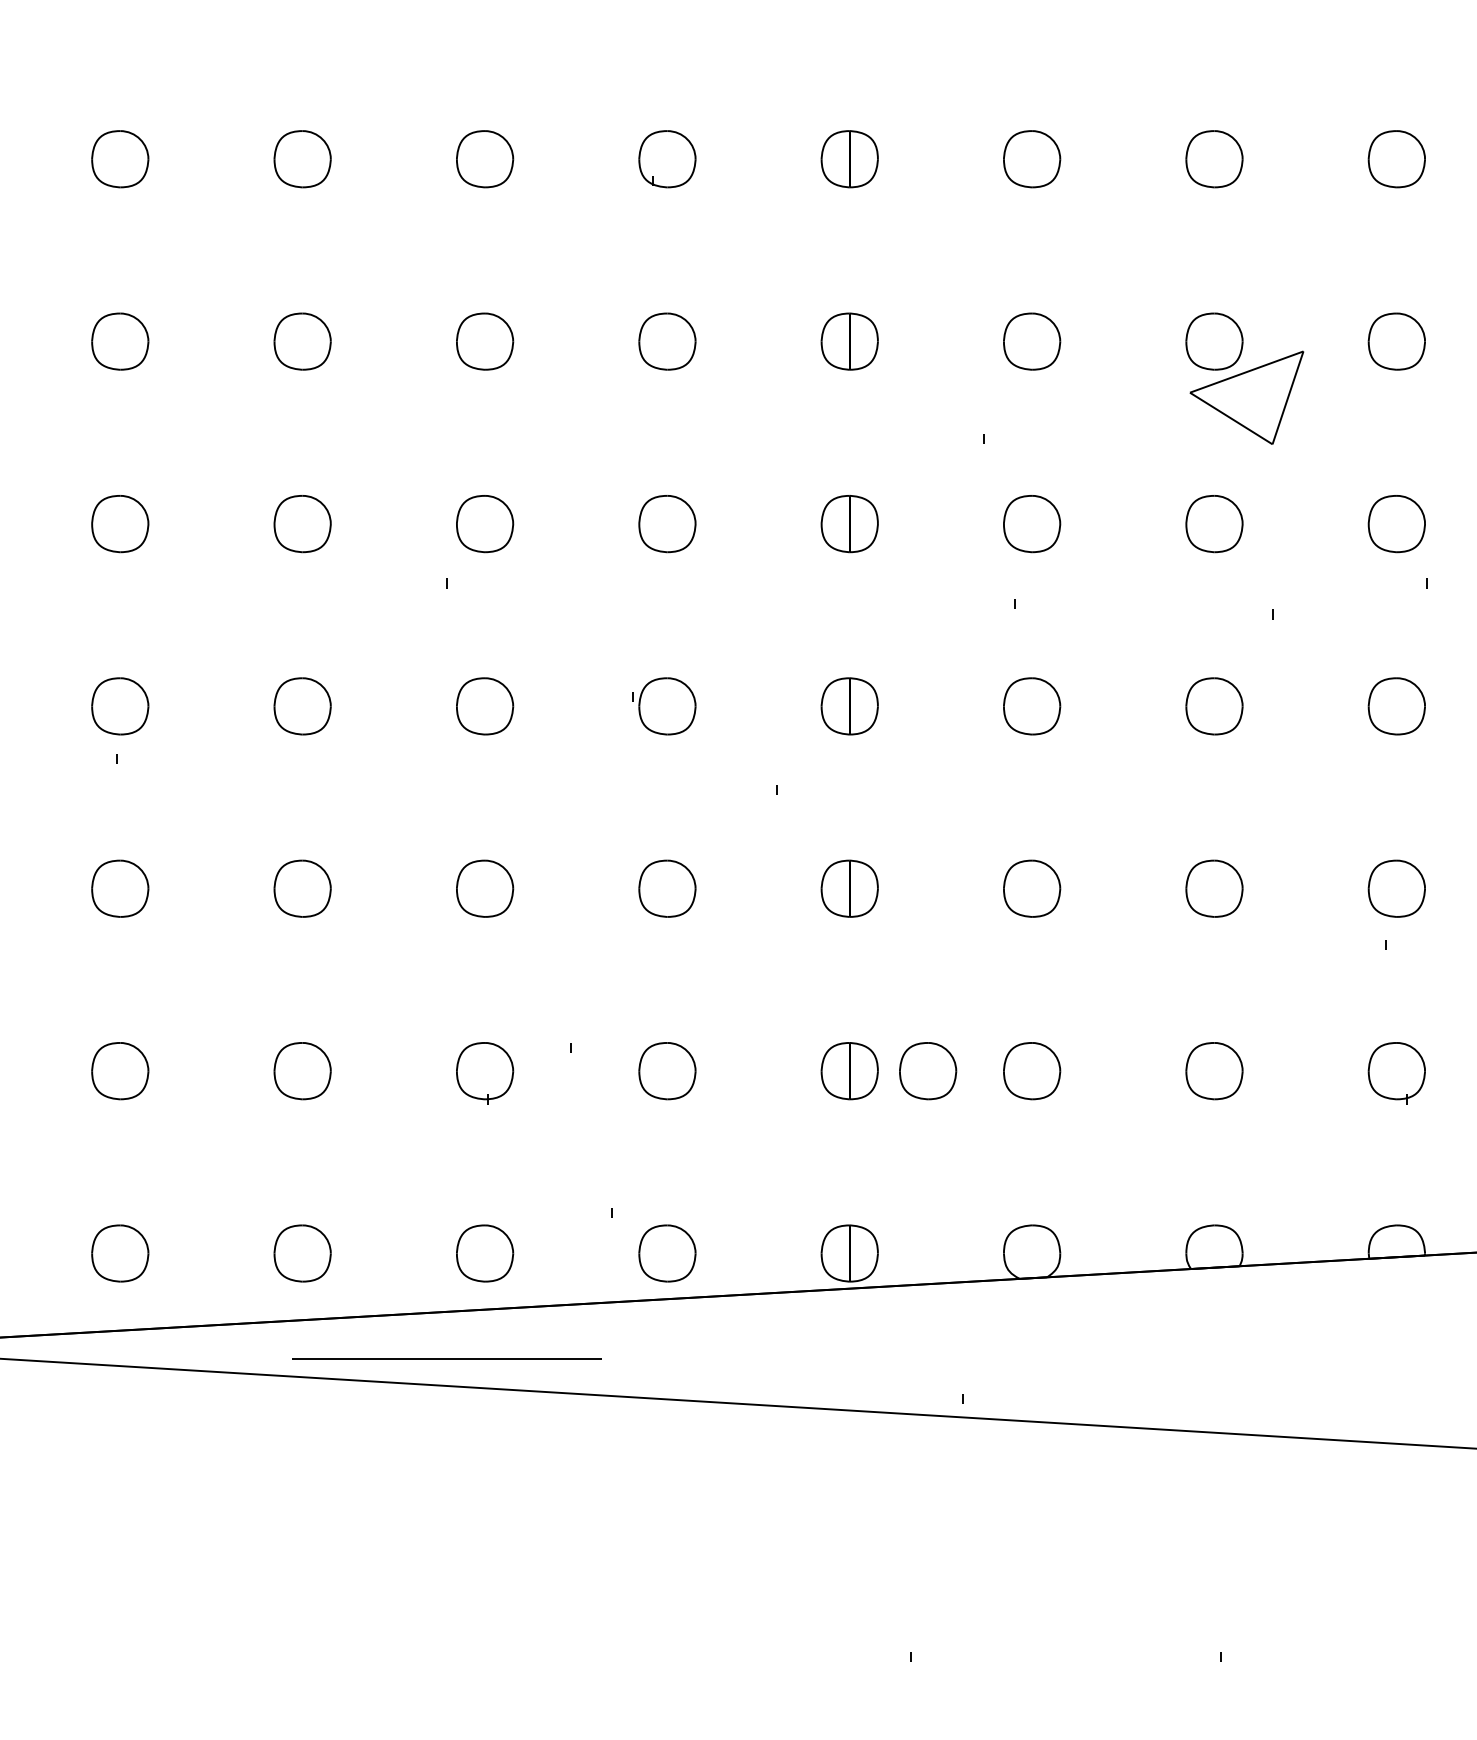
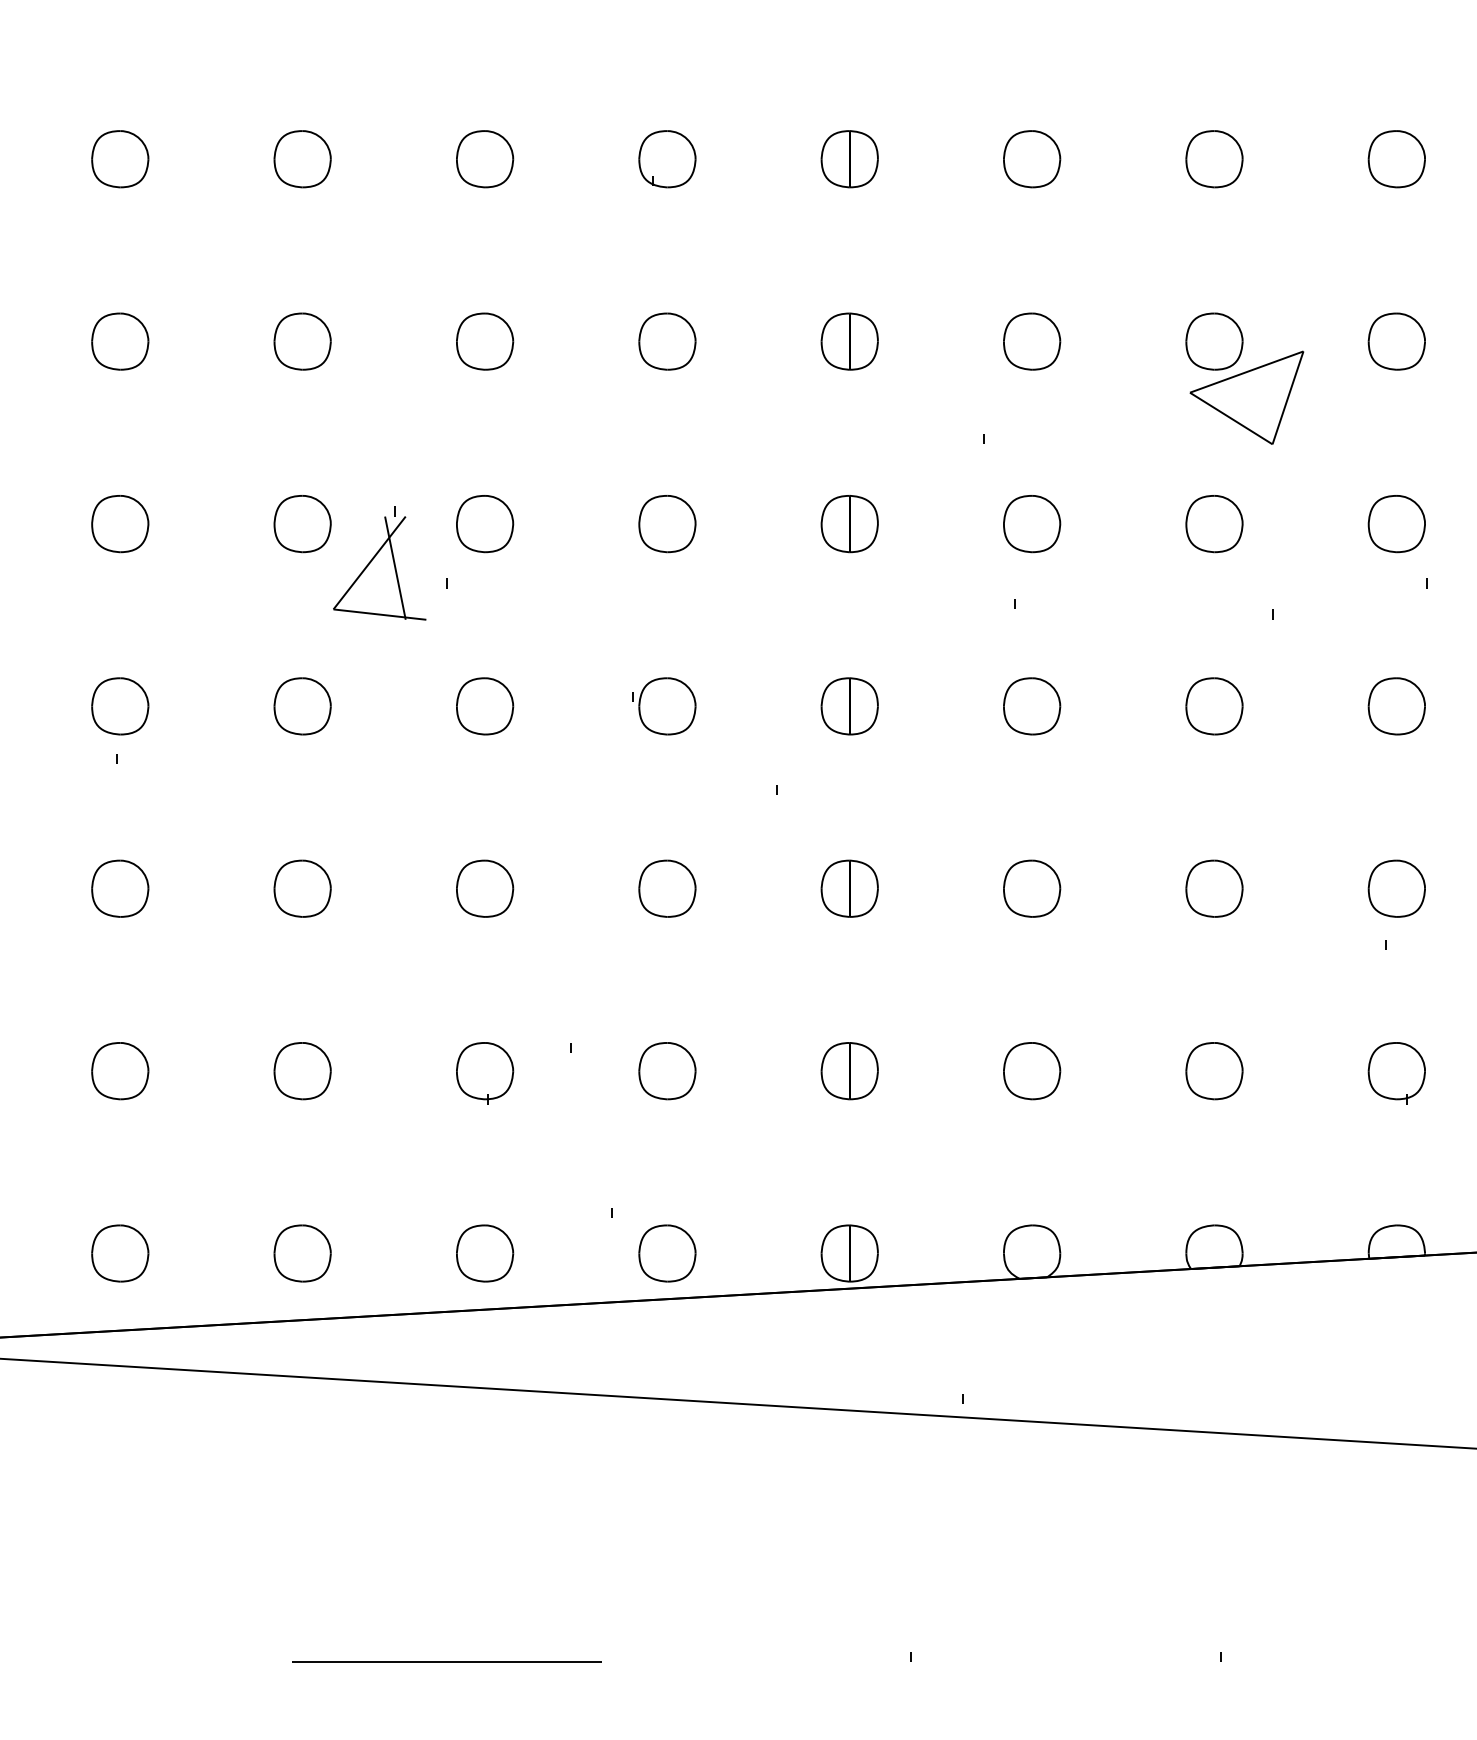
part at (379, 563): none -> present
part at (928, 1071): present -> none
line at (446, 1358) position: (446, 1358) -> (446, 1661)
